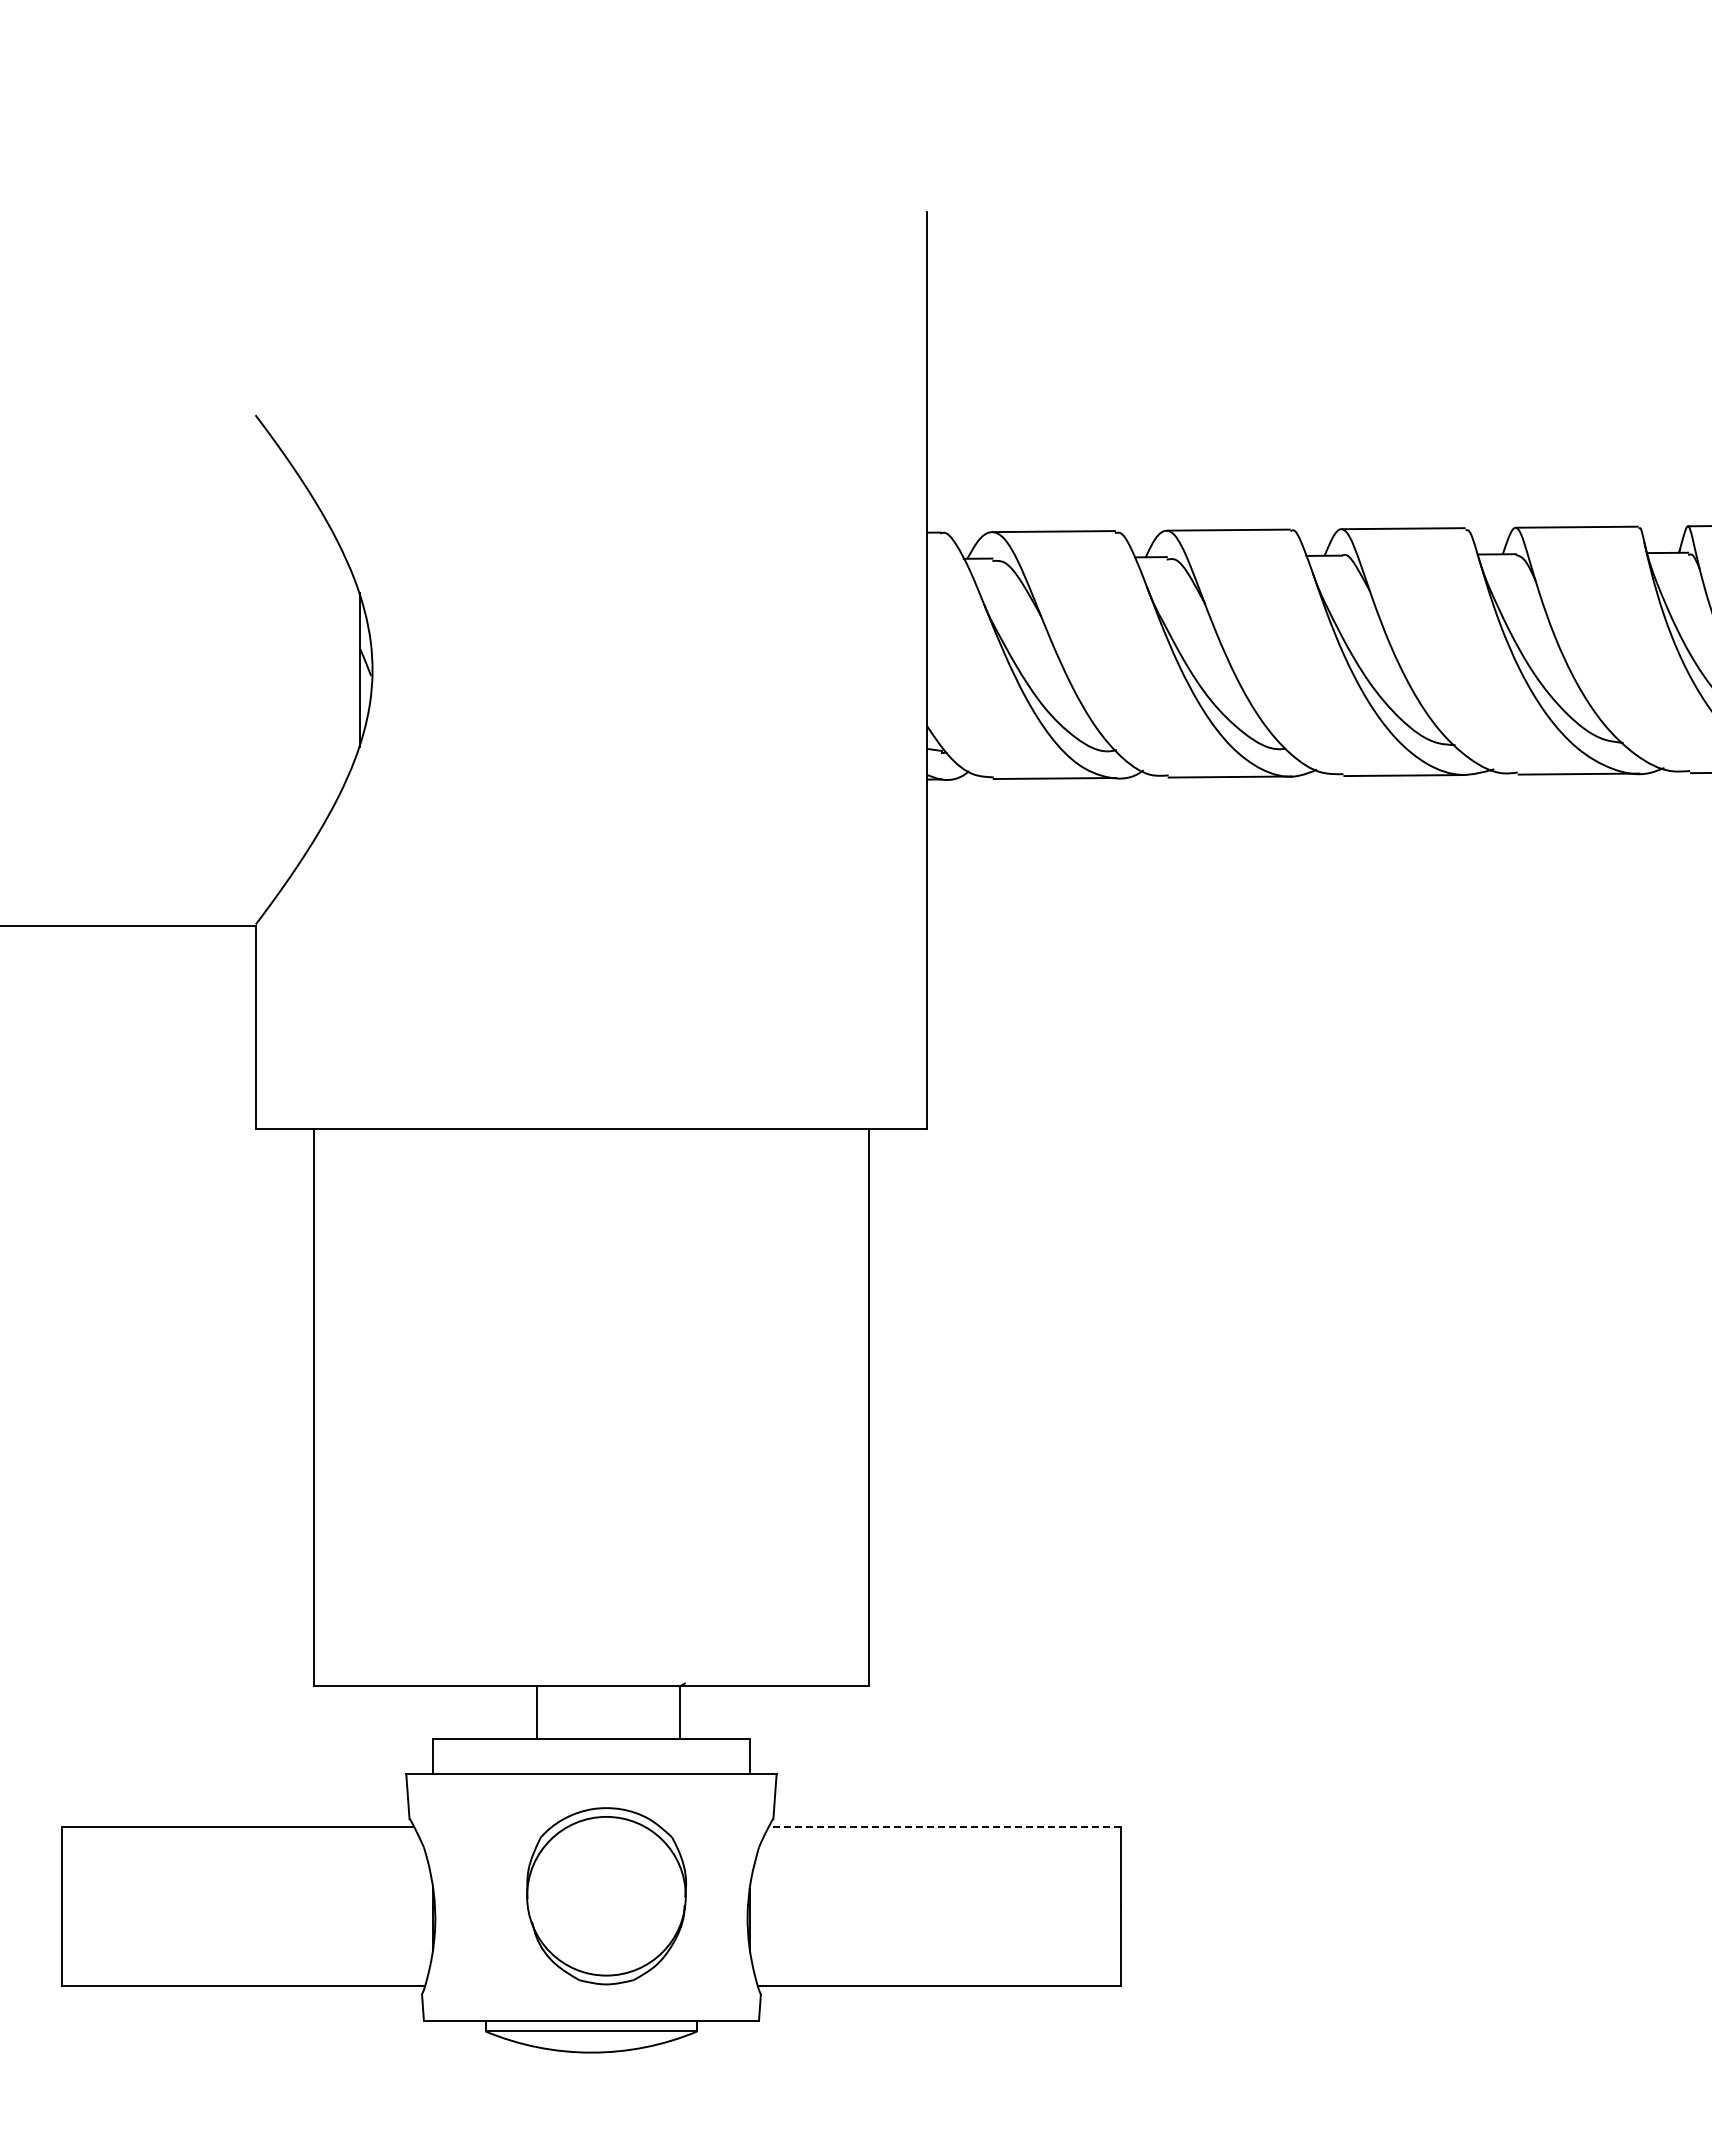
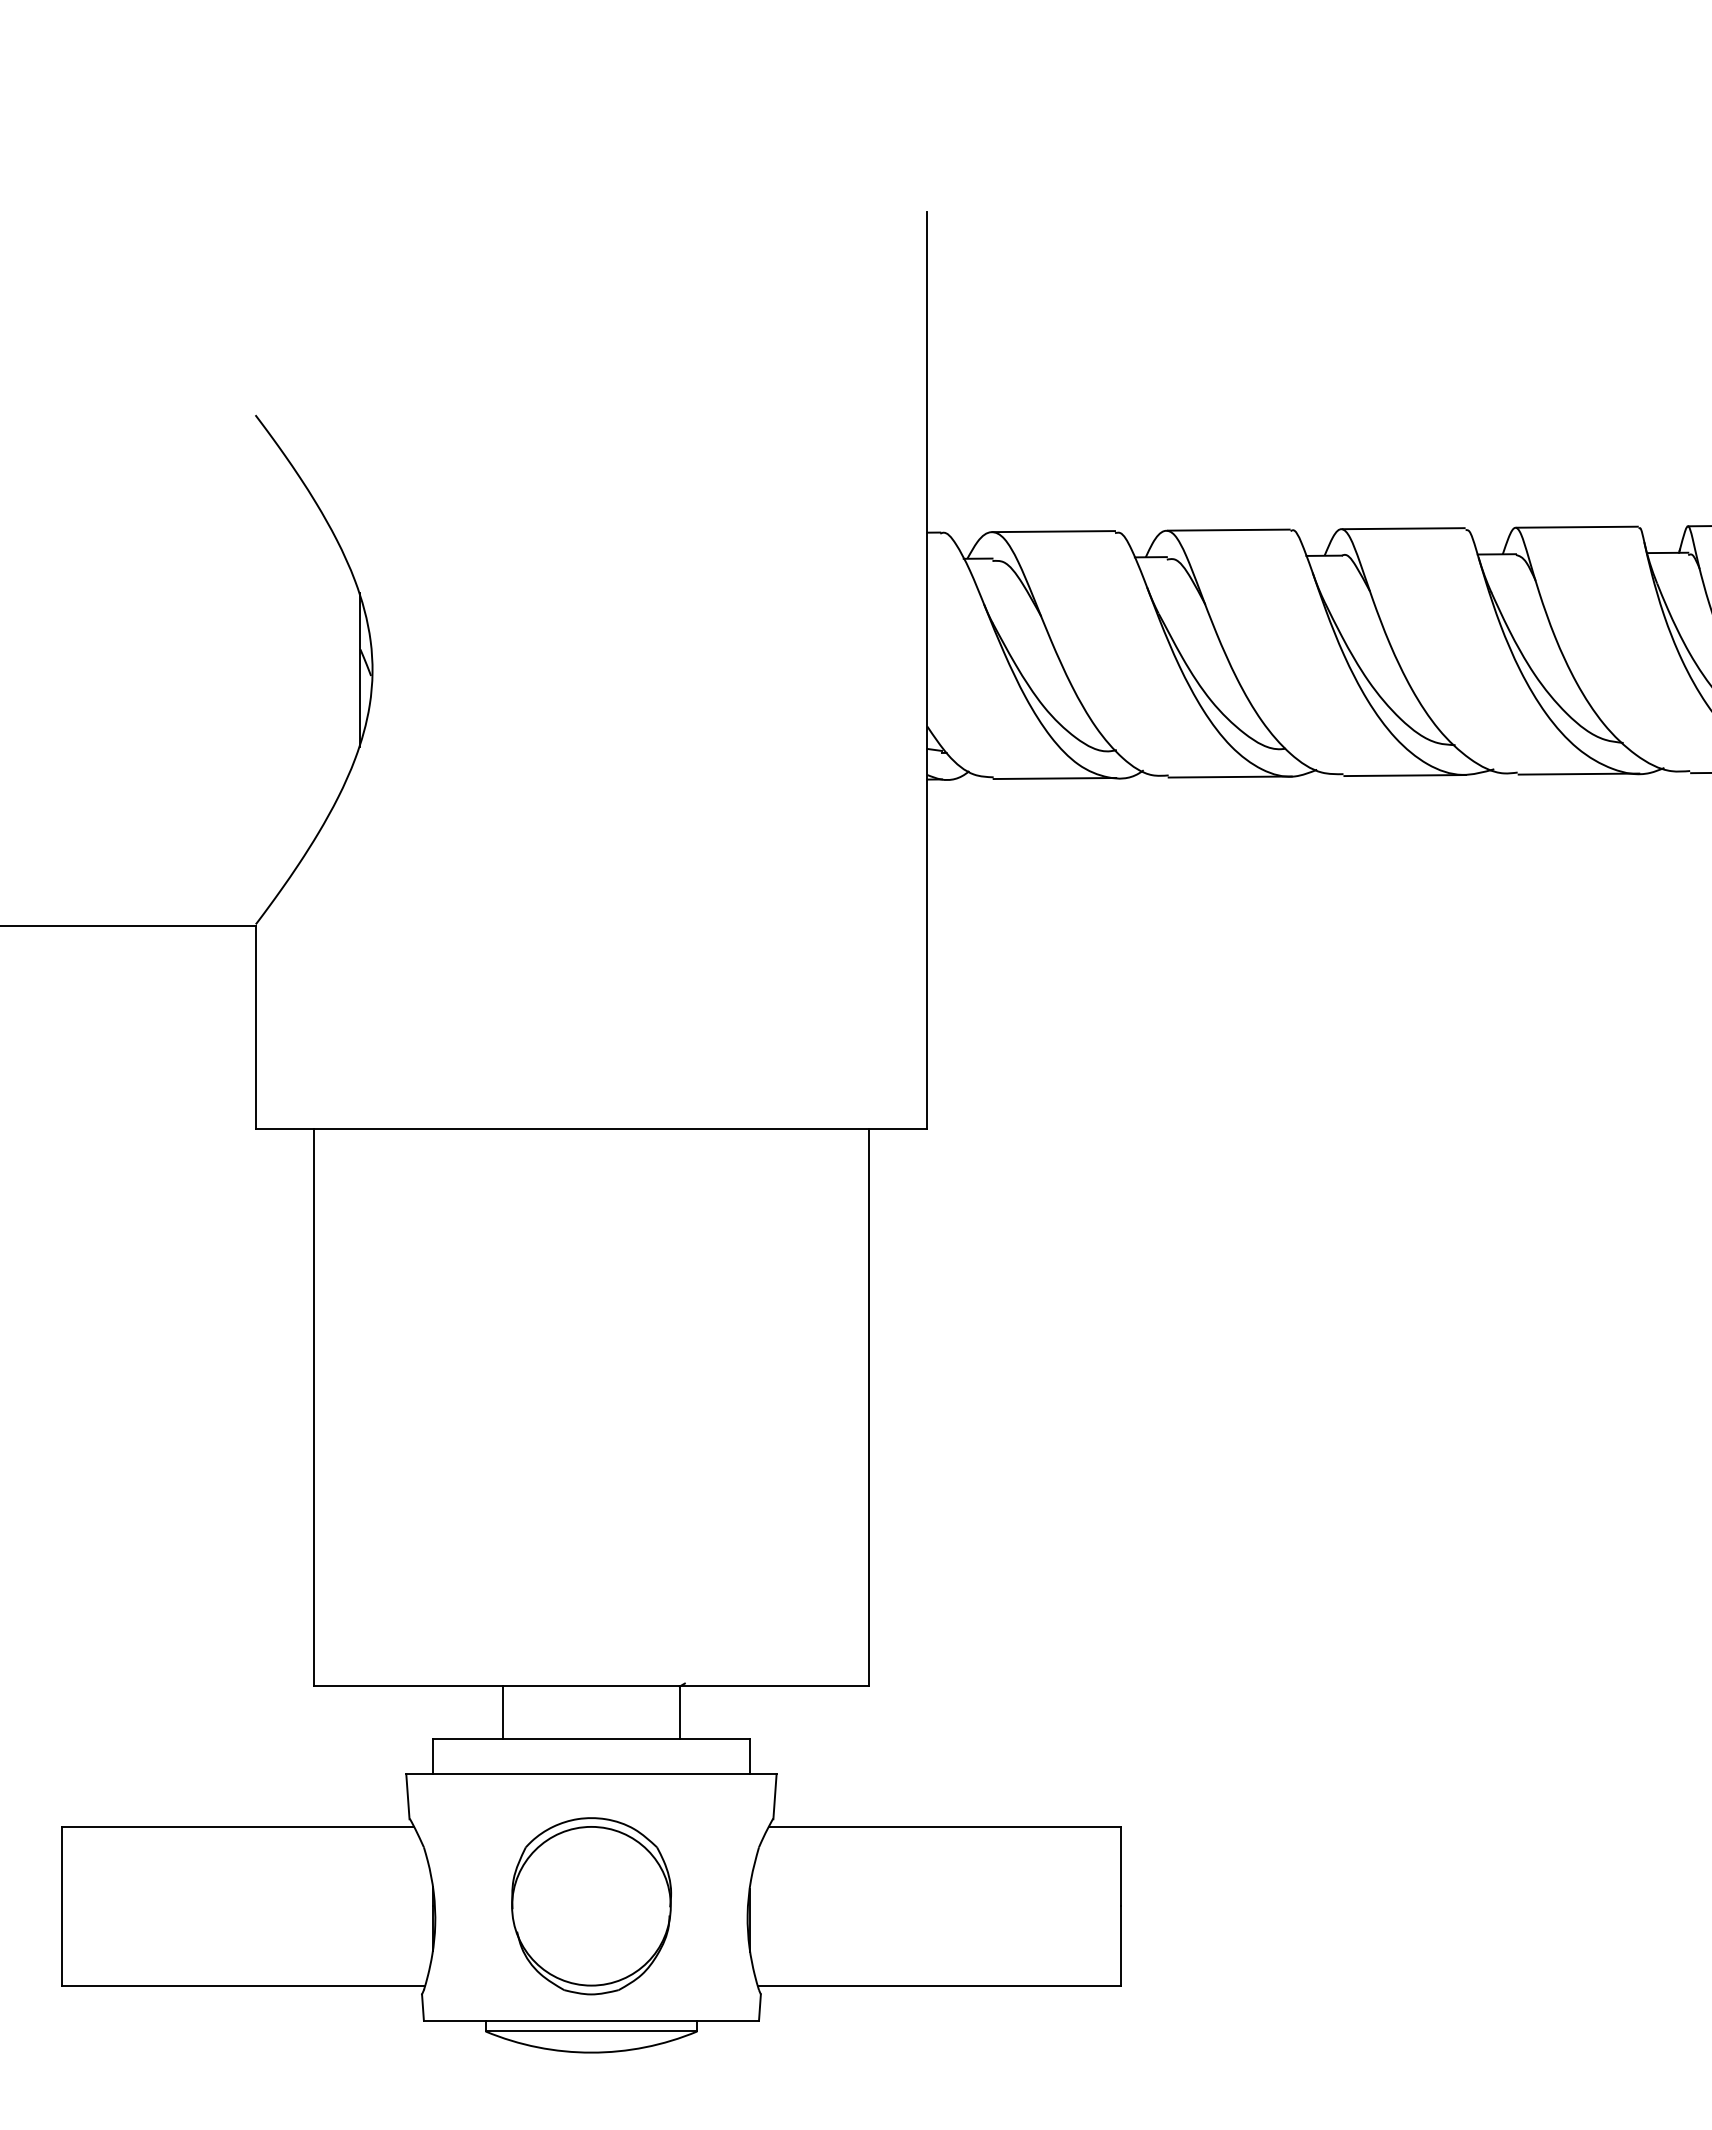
line at (537, 1711) position: (537, 1711) -> (503, 1711)
line at (944, 1826): dashed -> solid
part at (606, 1896) position: (606, 1896) -> (591, 1906)
